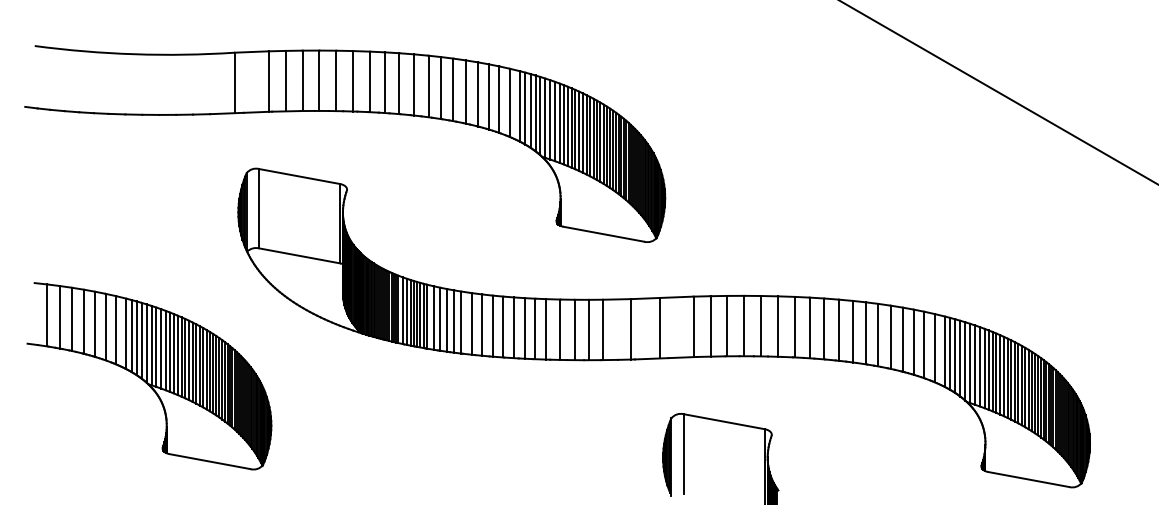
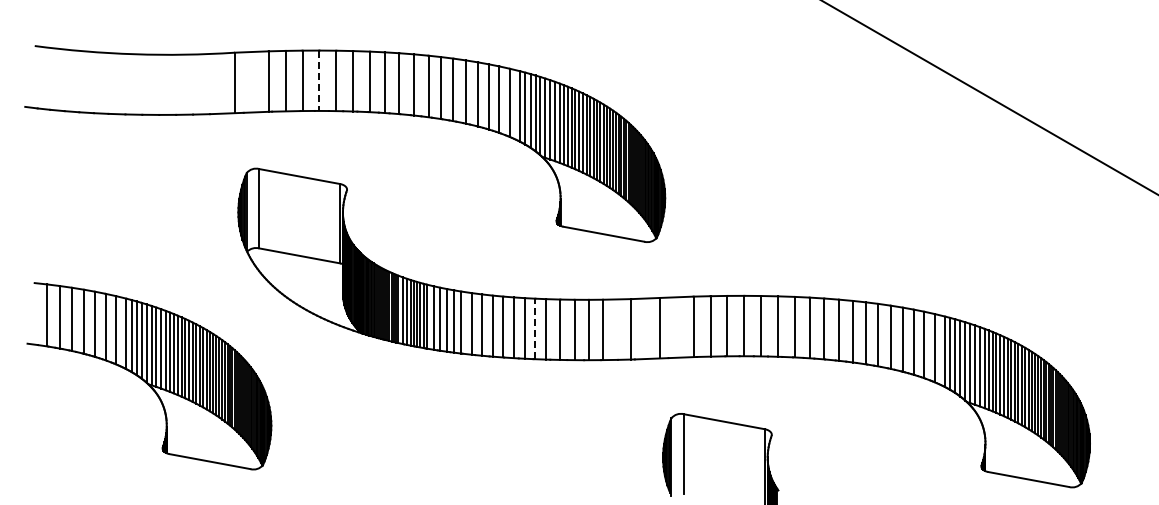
line at (319, 81): solid -> dashed
line at (998, 92) position: (998, 92) -> (989, 97)
line at (535, 328): solid -> dashed
